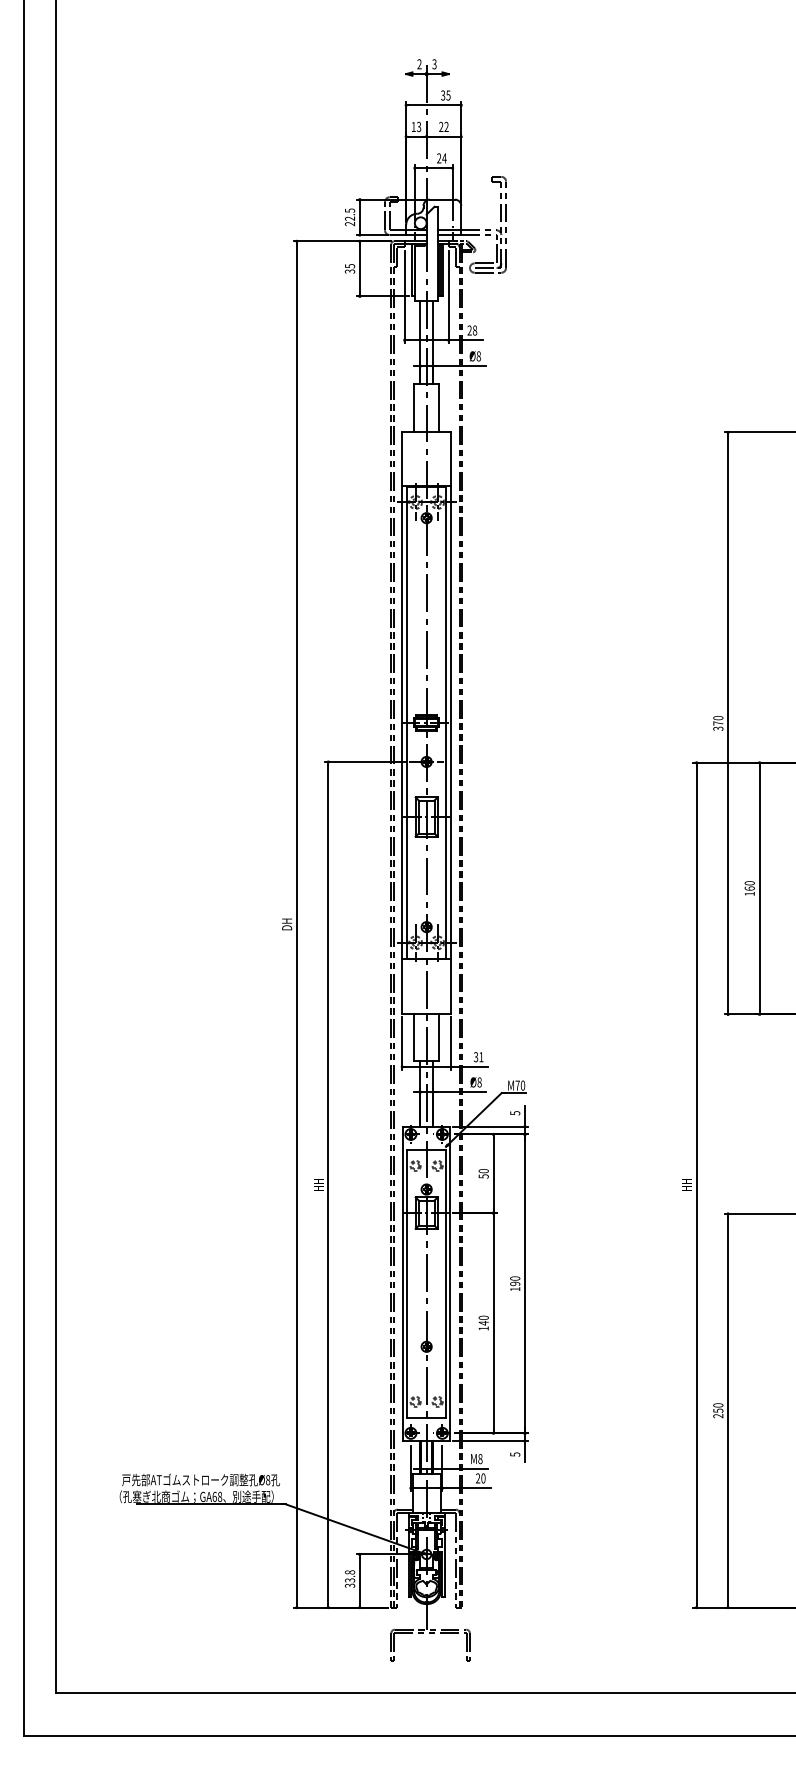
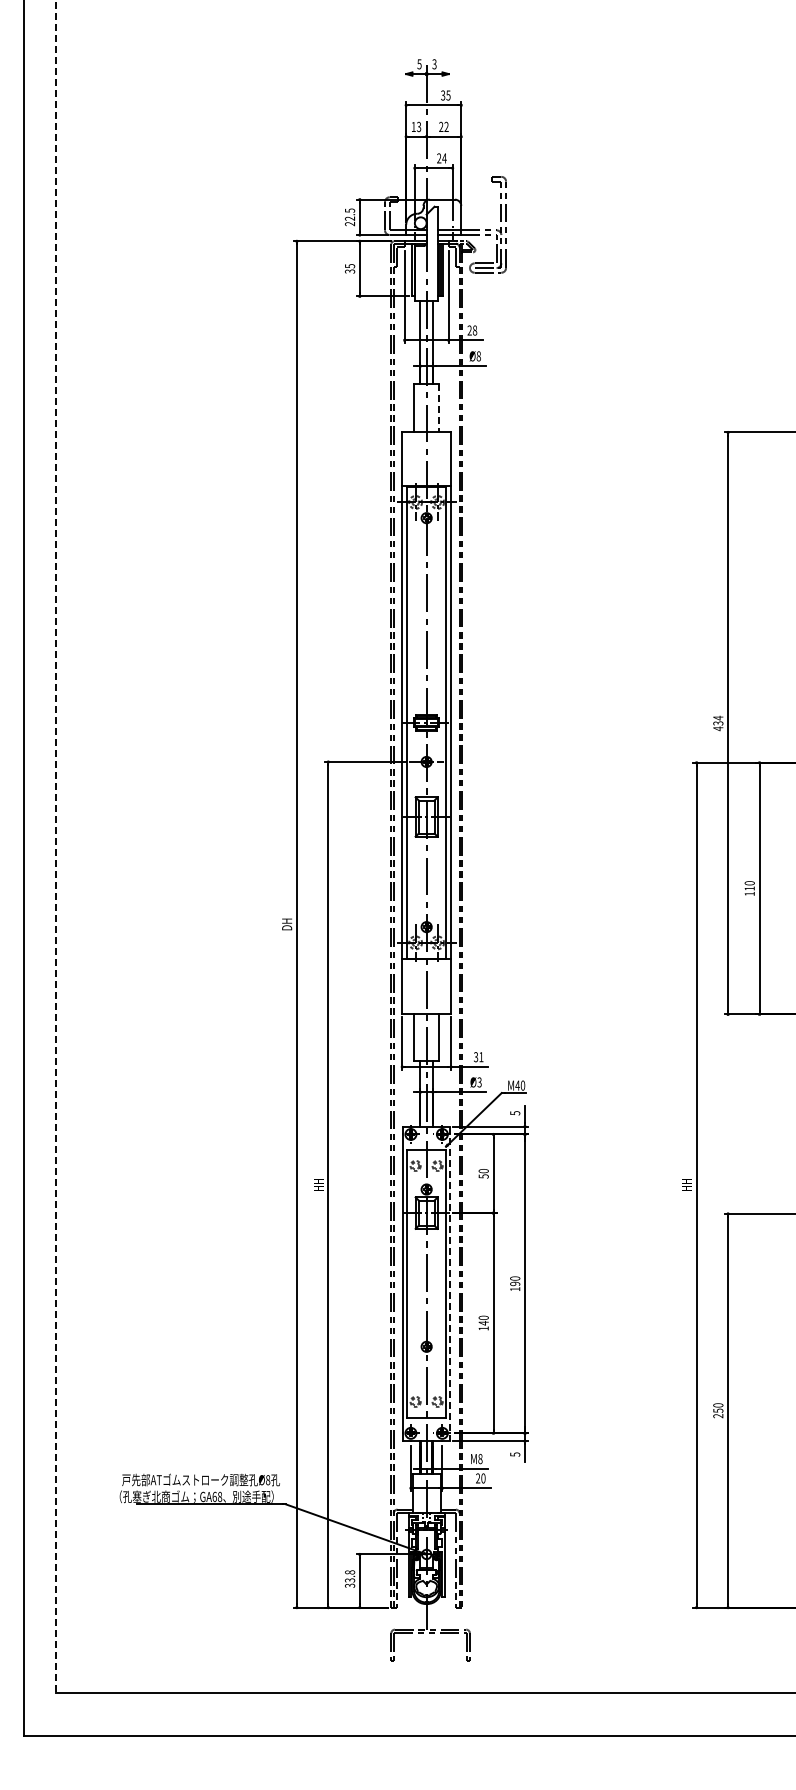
text at (419, 64): 2 -> 5
line at (439, 408): solid -> dashed
text at (718, 723): 370 -> 434
line at (55, 846): solid -> dashed
text at (749, 888): 160 -> 110
text at (479, 1082): Ø8 -> Ø3
text at (517, 1085): M70 -> M40
line at (450, 1284): solid -> dashed
